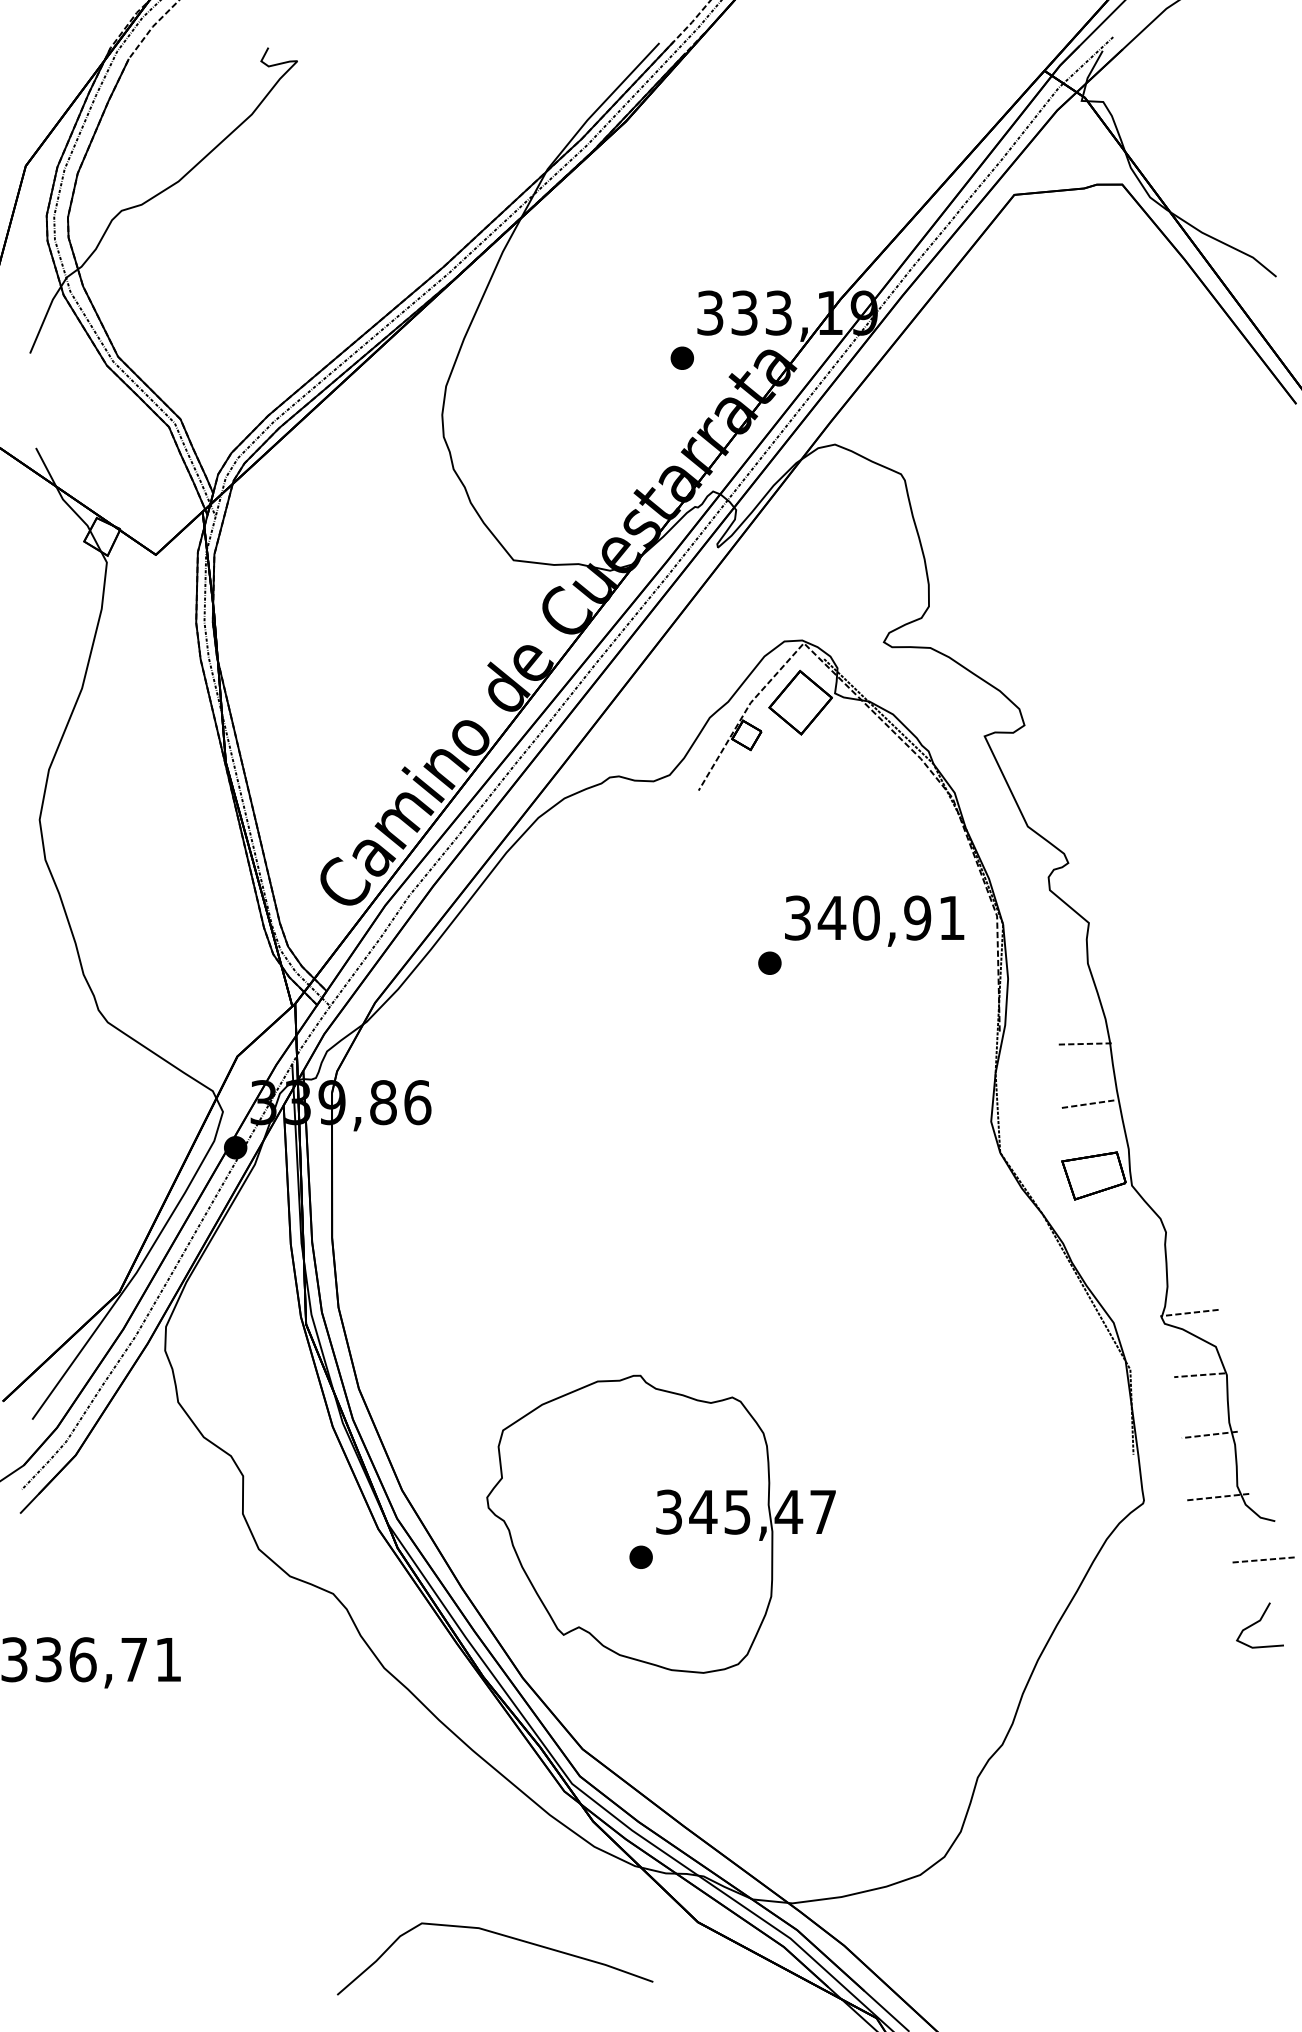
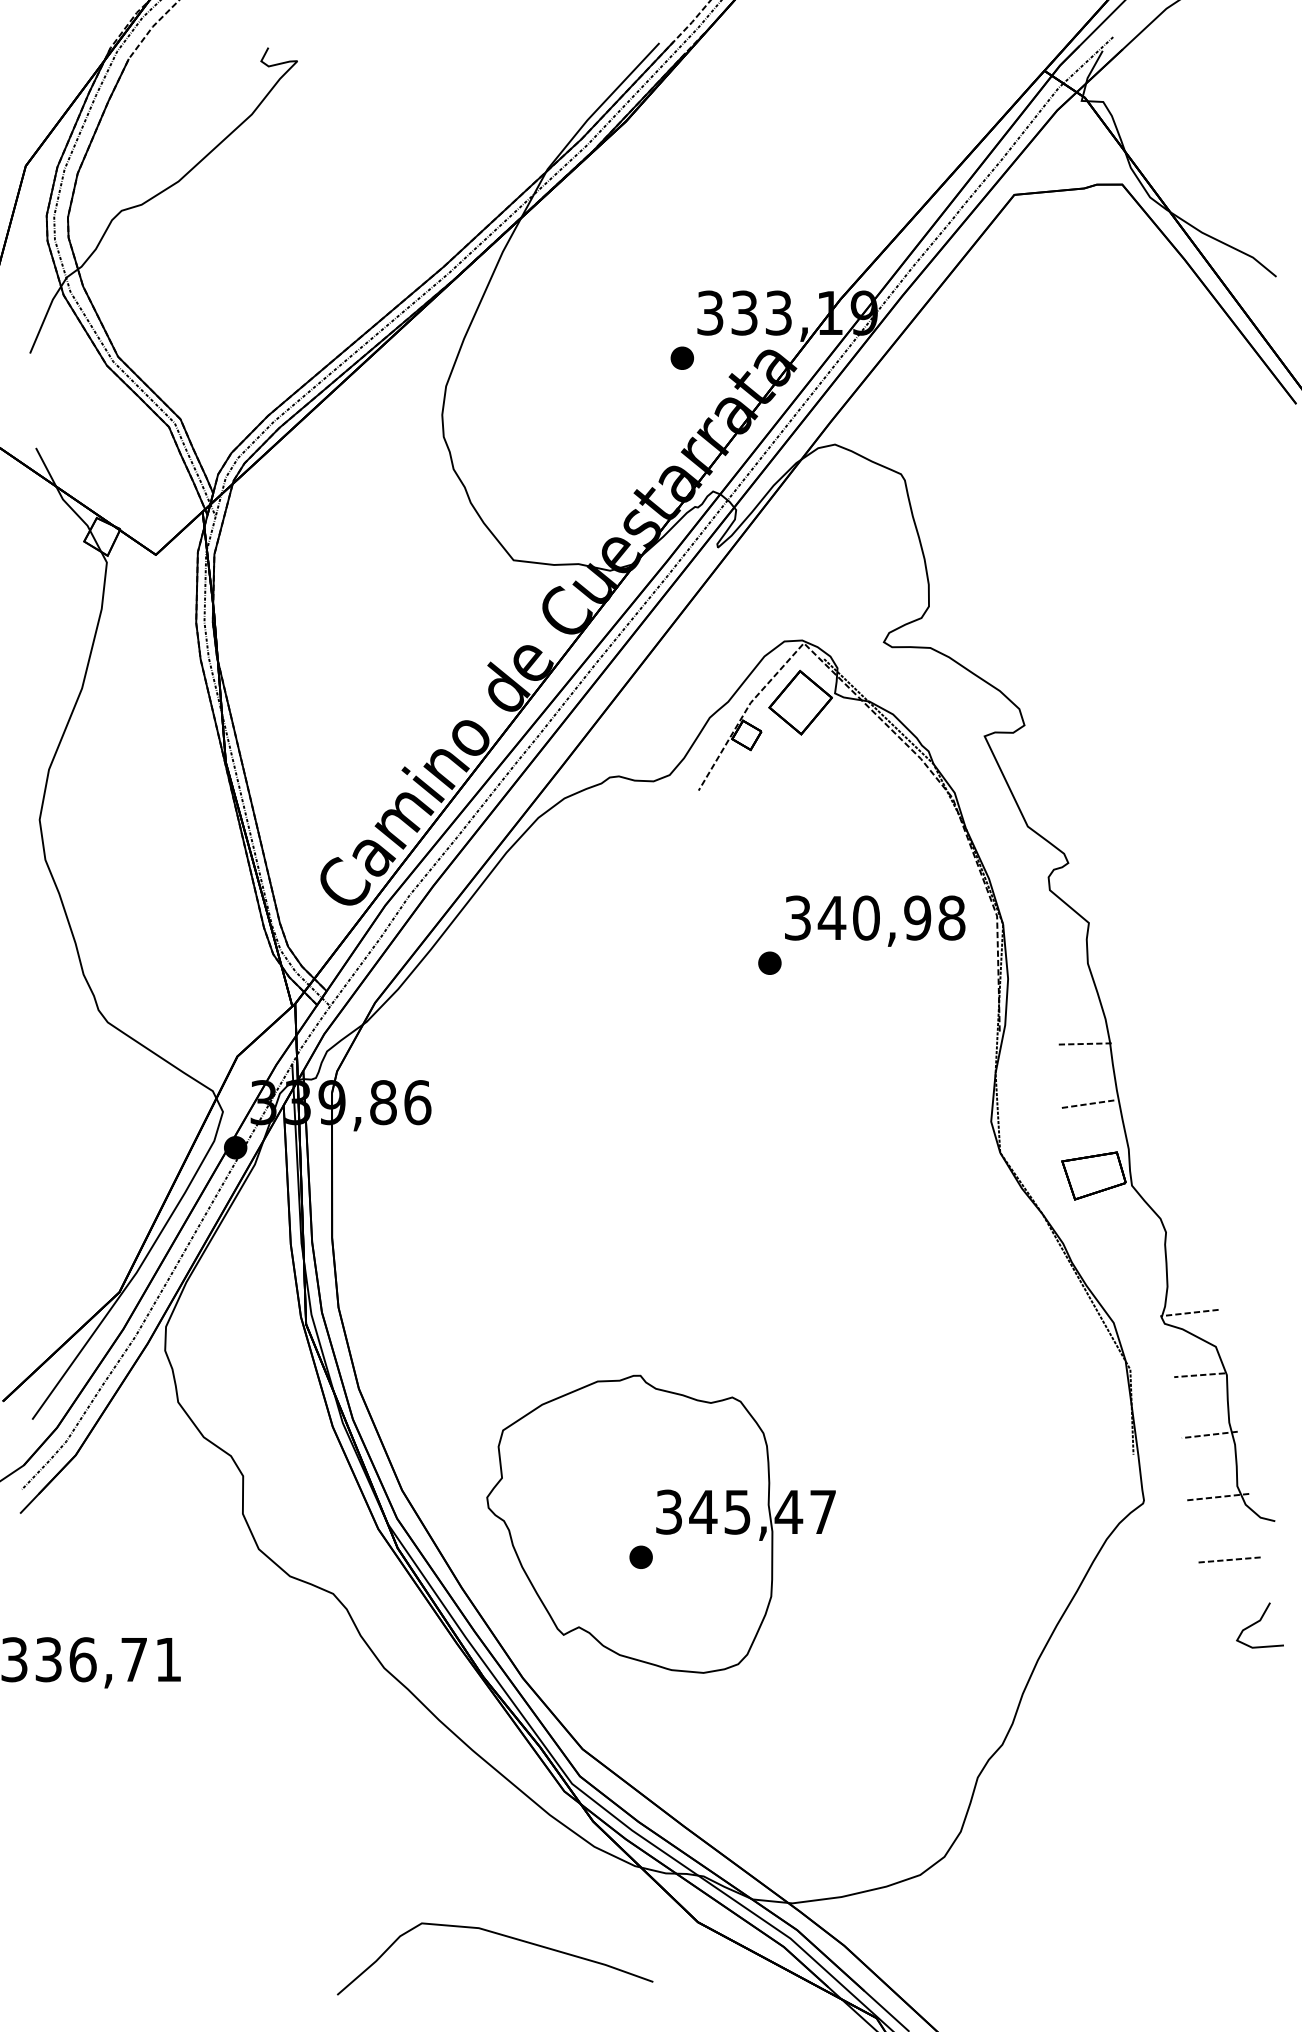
text at (951, 917): 340,91 -> 340,98
line at (1263, 1559) position: (1263, 1559) -> (1229, 1559)
